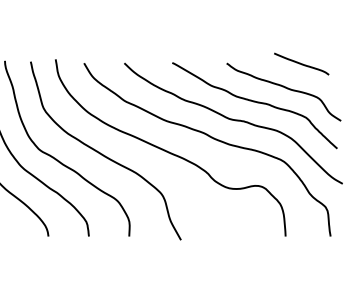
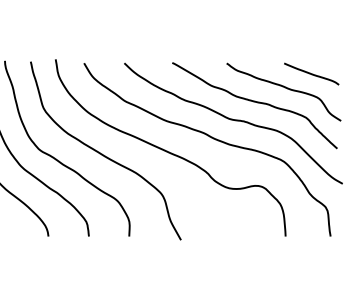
line at (301, 63) position: (301, 63) -> (311, 73)
